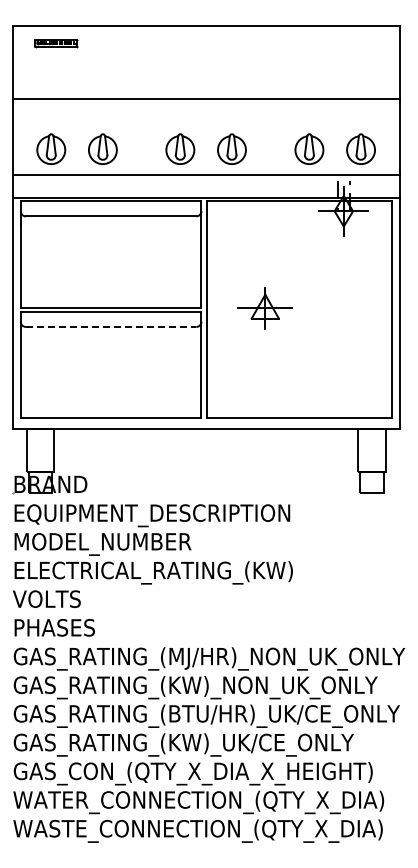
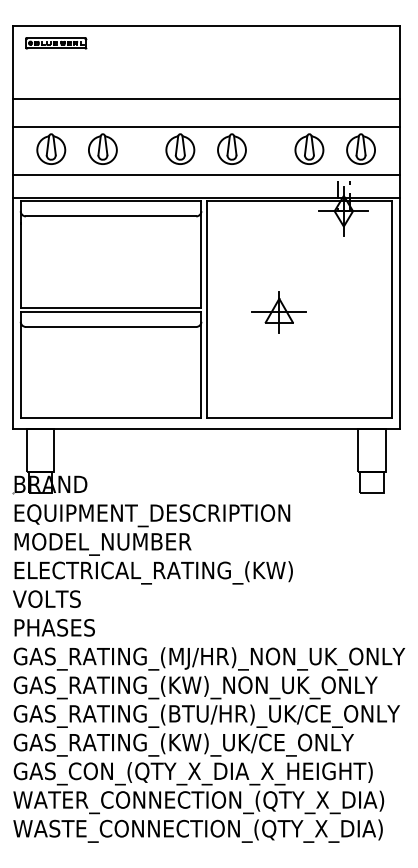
part at (56, 43) size: 45x10 px -> 63x13 px
line at (205, 127): none -> present
part at (264, 308) position: (264, 308) -> (278, 312)
line at (111, 326): dashed -> solid
